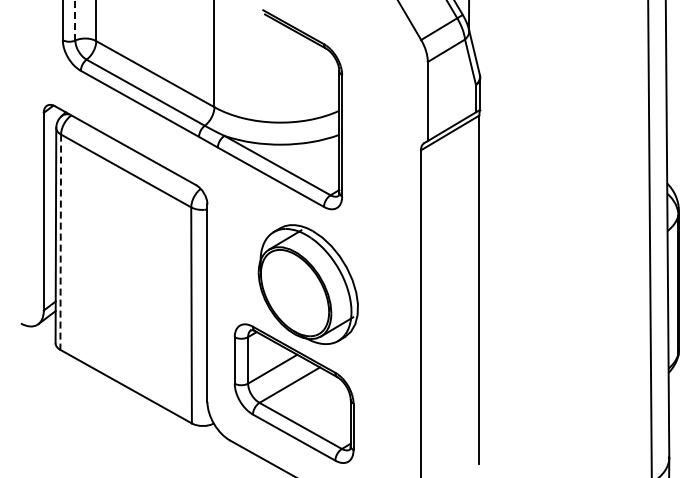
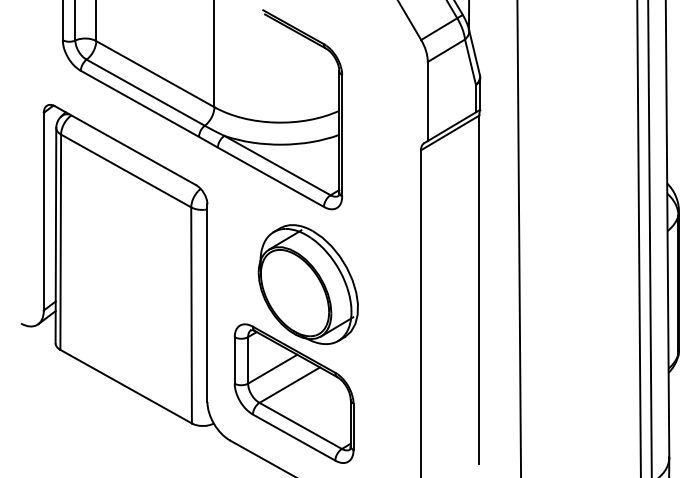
line at (75, 20): dashed -> solid
line at (519, 238): none -> present
line at (638, 238): none -> present
line at (60, 242): dashed -> solid
